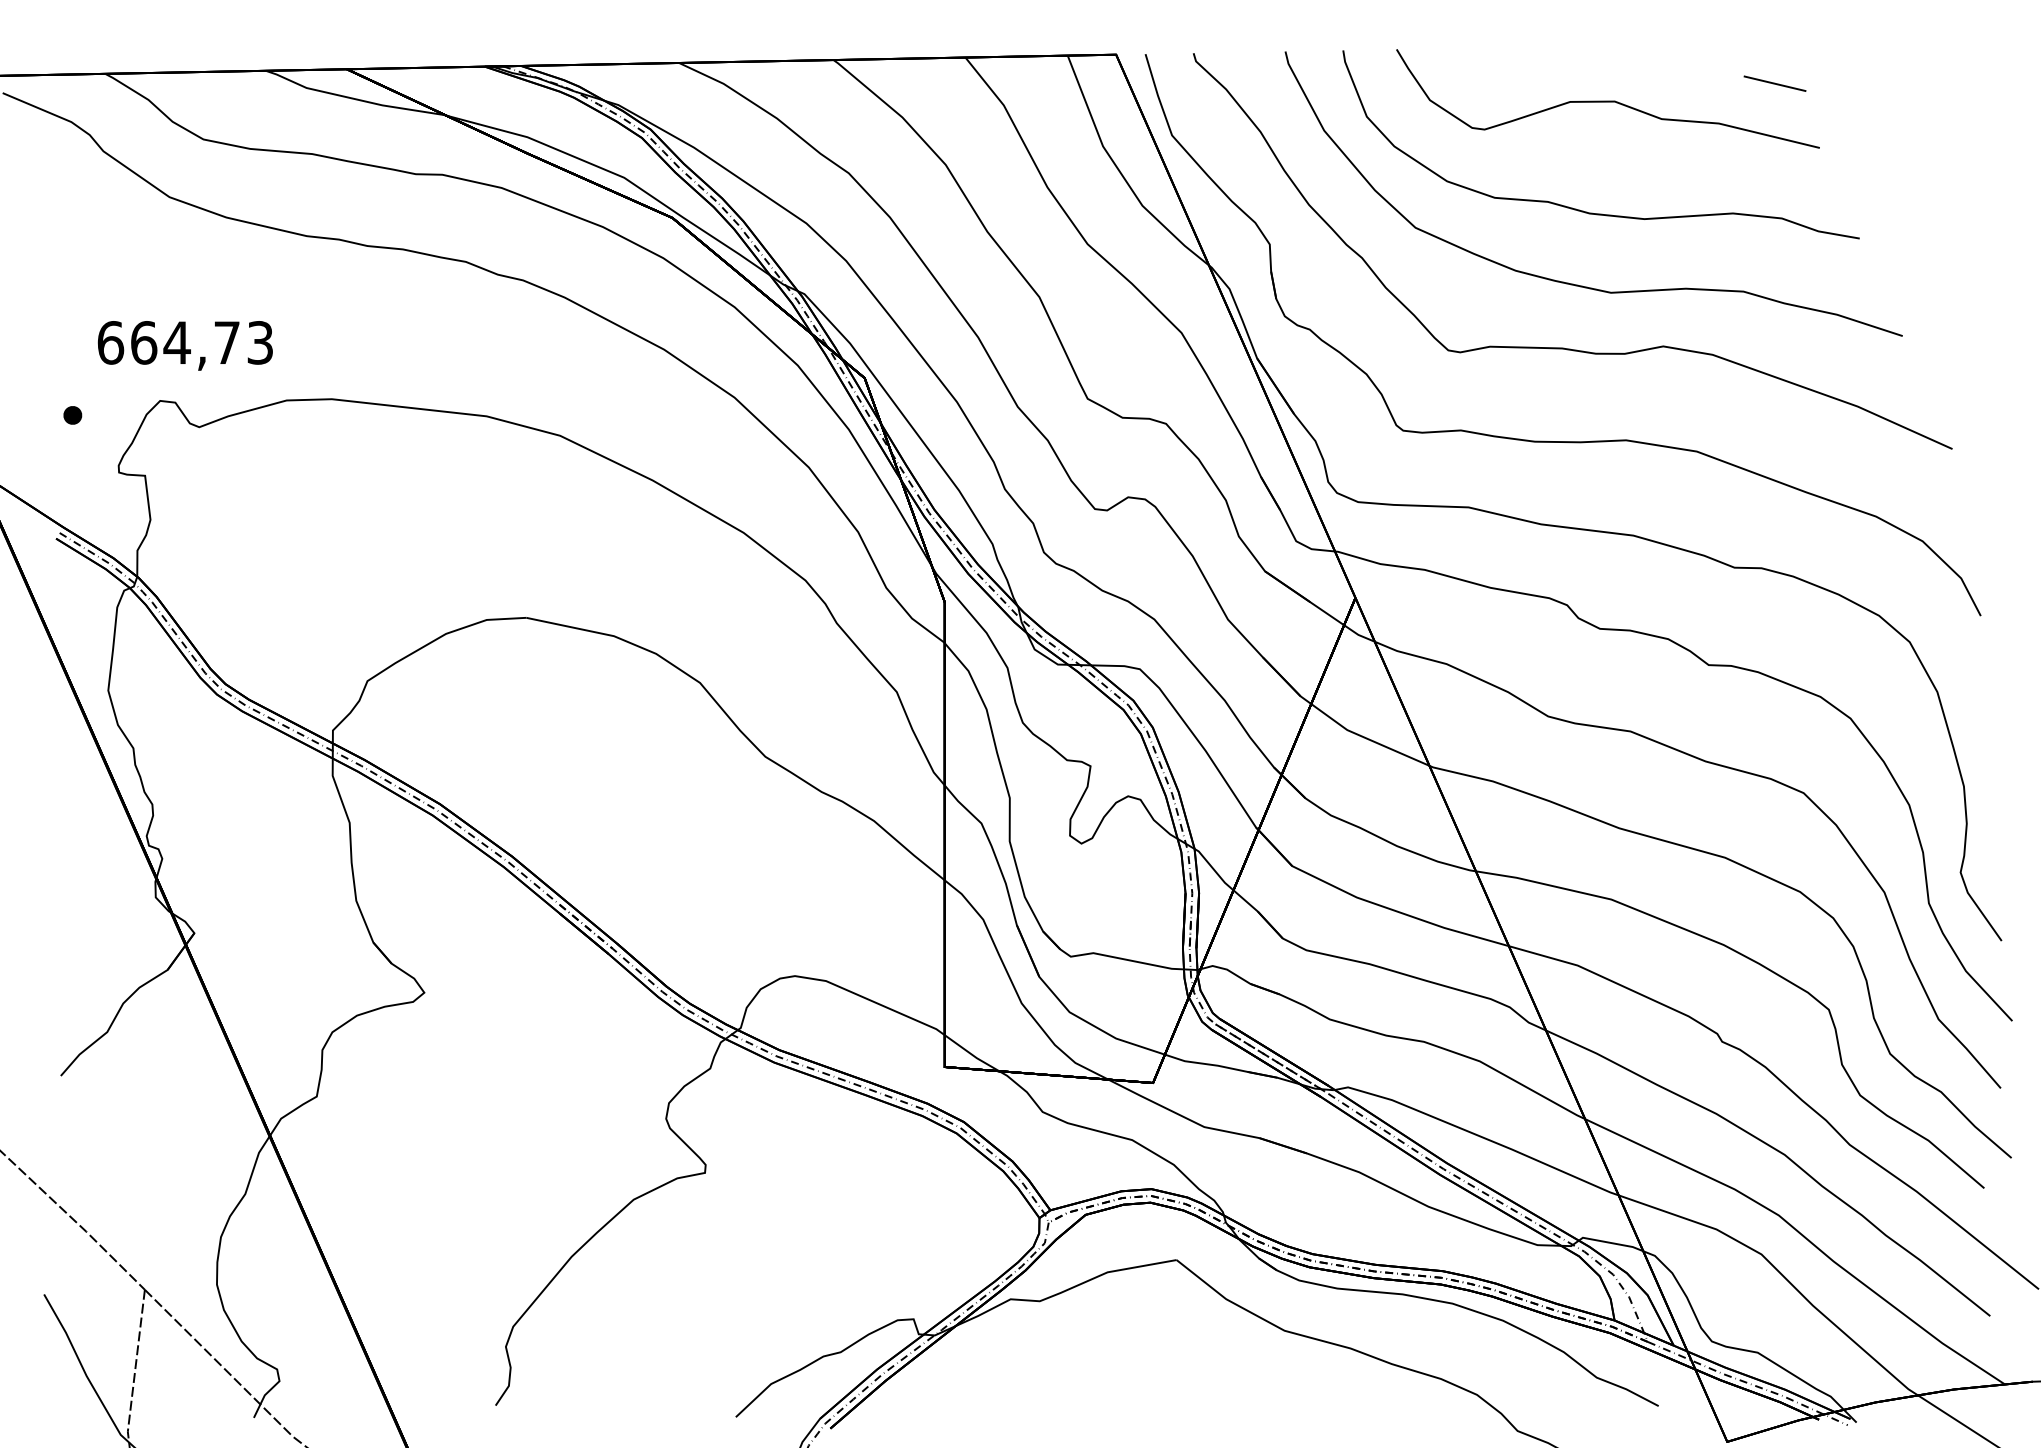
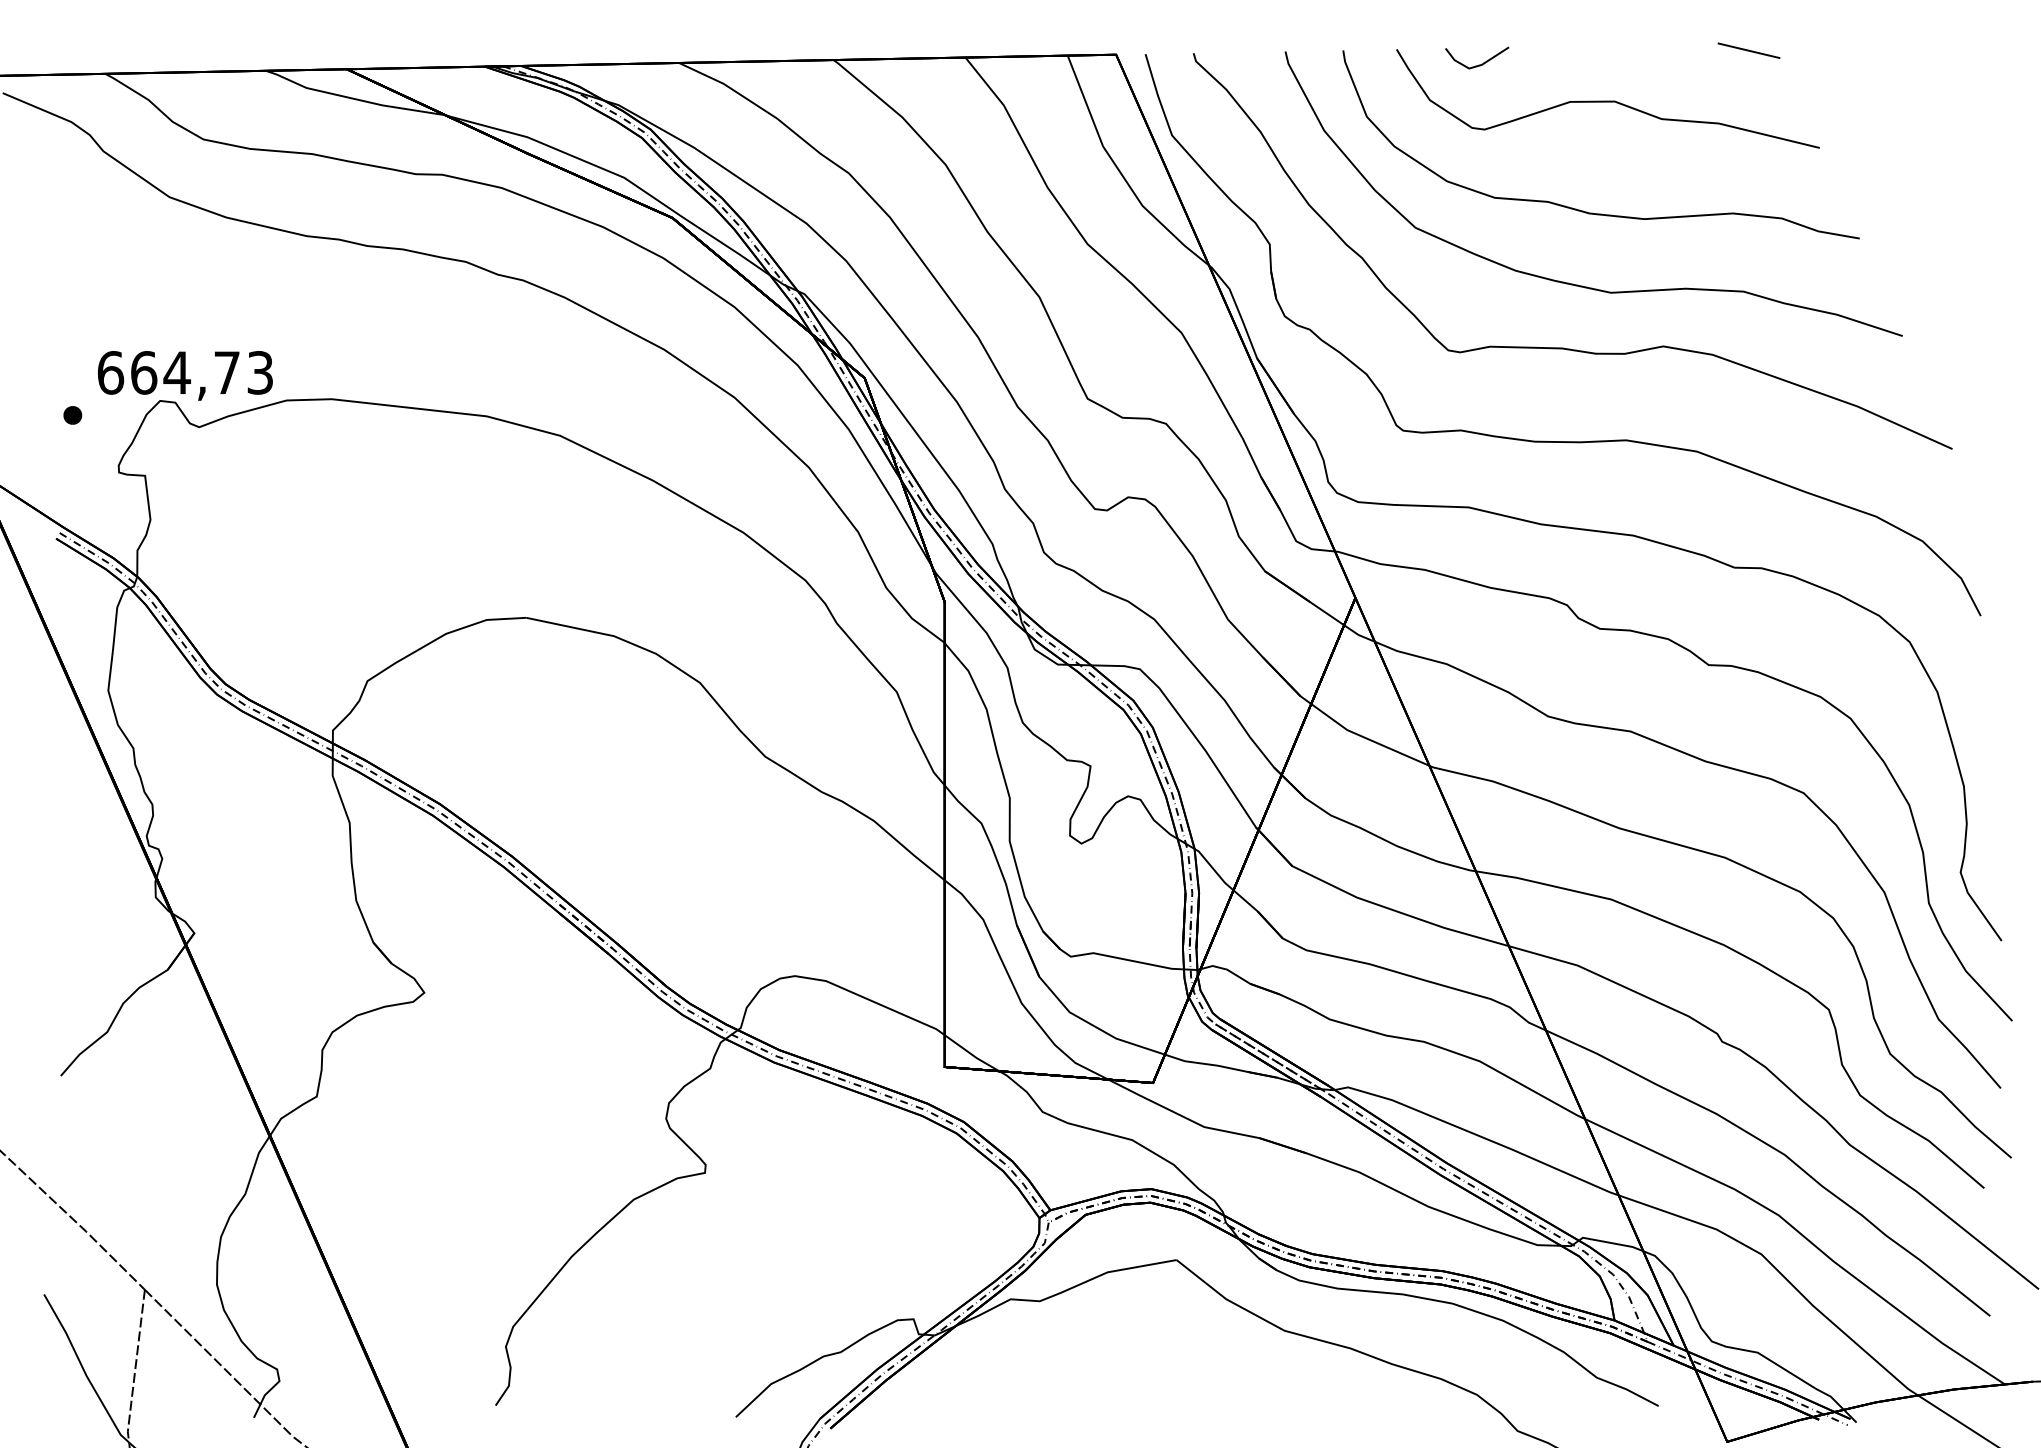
line at (1478, 64): none -> present
line at (1774, 83) position: (1774, 83) -> (1748, 50)
text at (184, 345) position: (184, 345) -> (184, 375)
